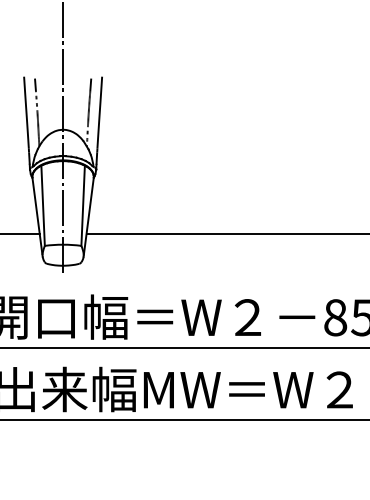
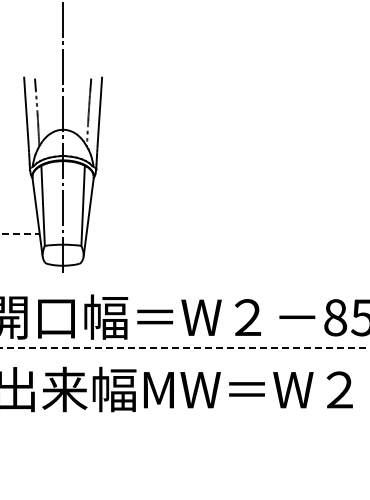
line at (20, 233): solid -> dashed
line at (226, 233): present -> none
line at (185, 347): solid -> dashed
line at (184, 420): present -> none
